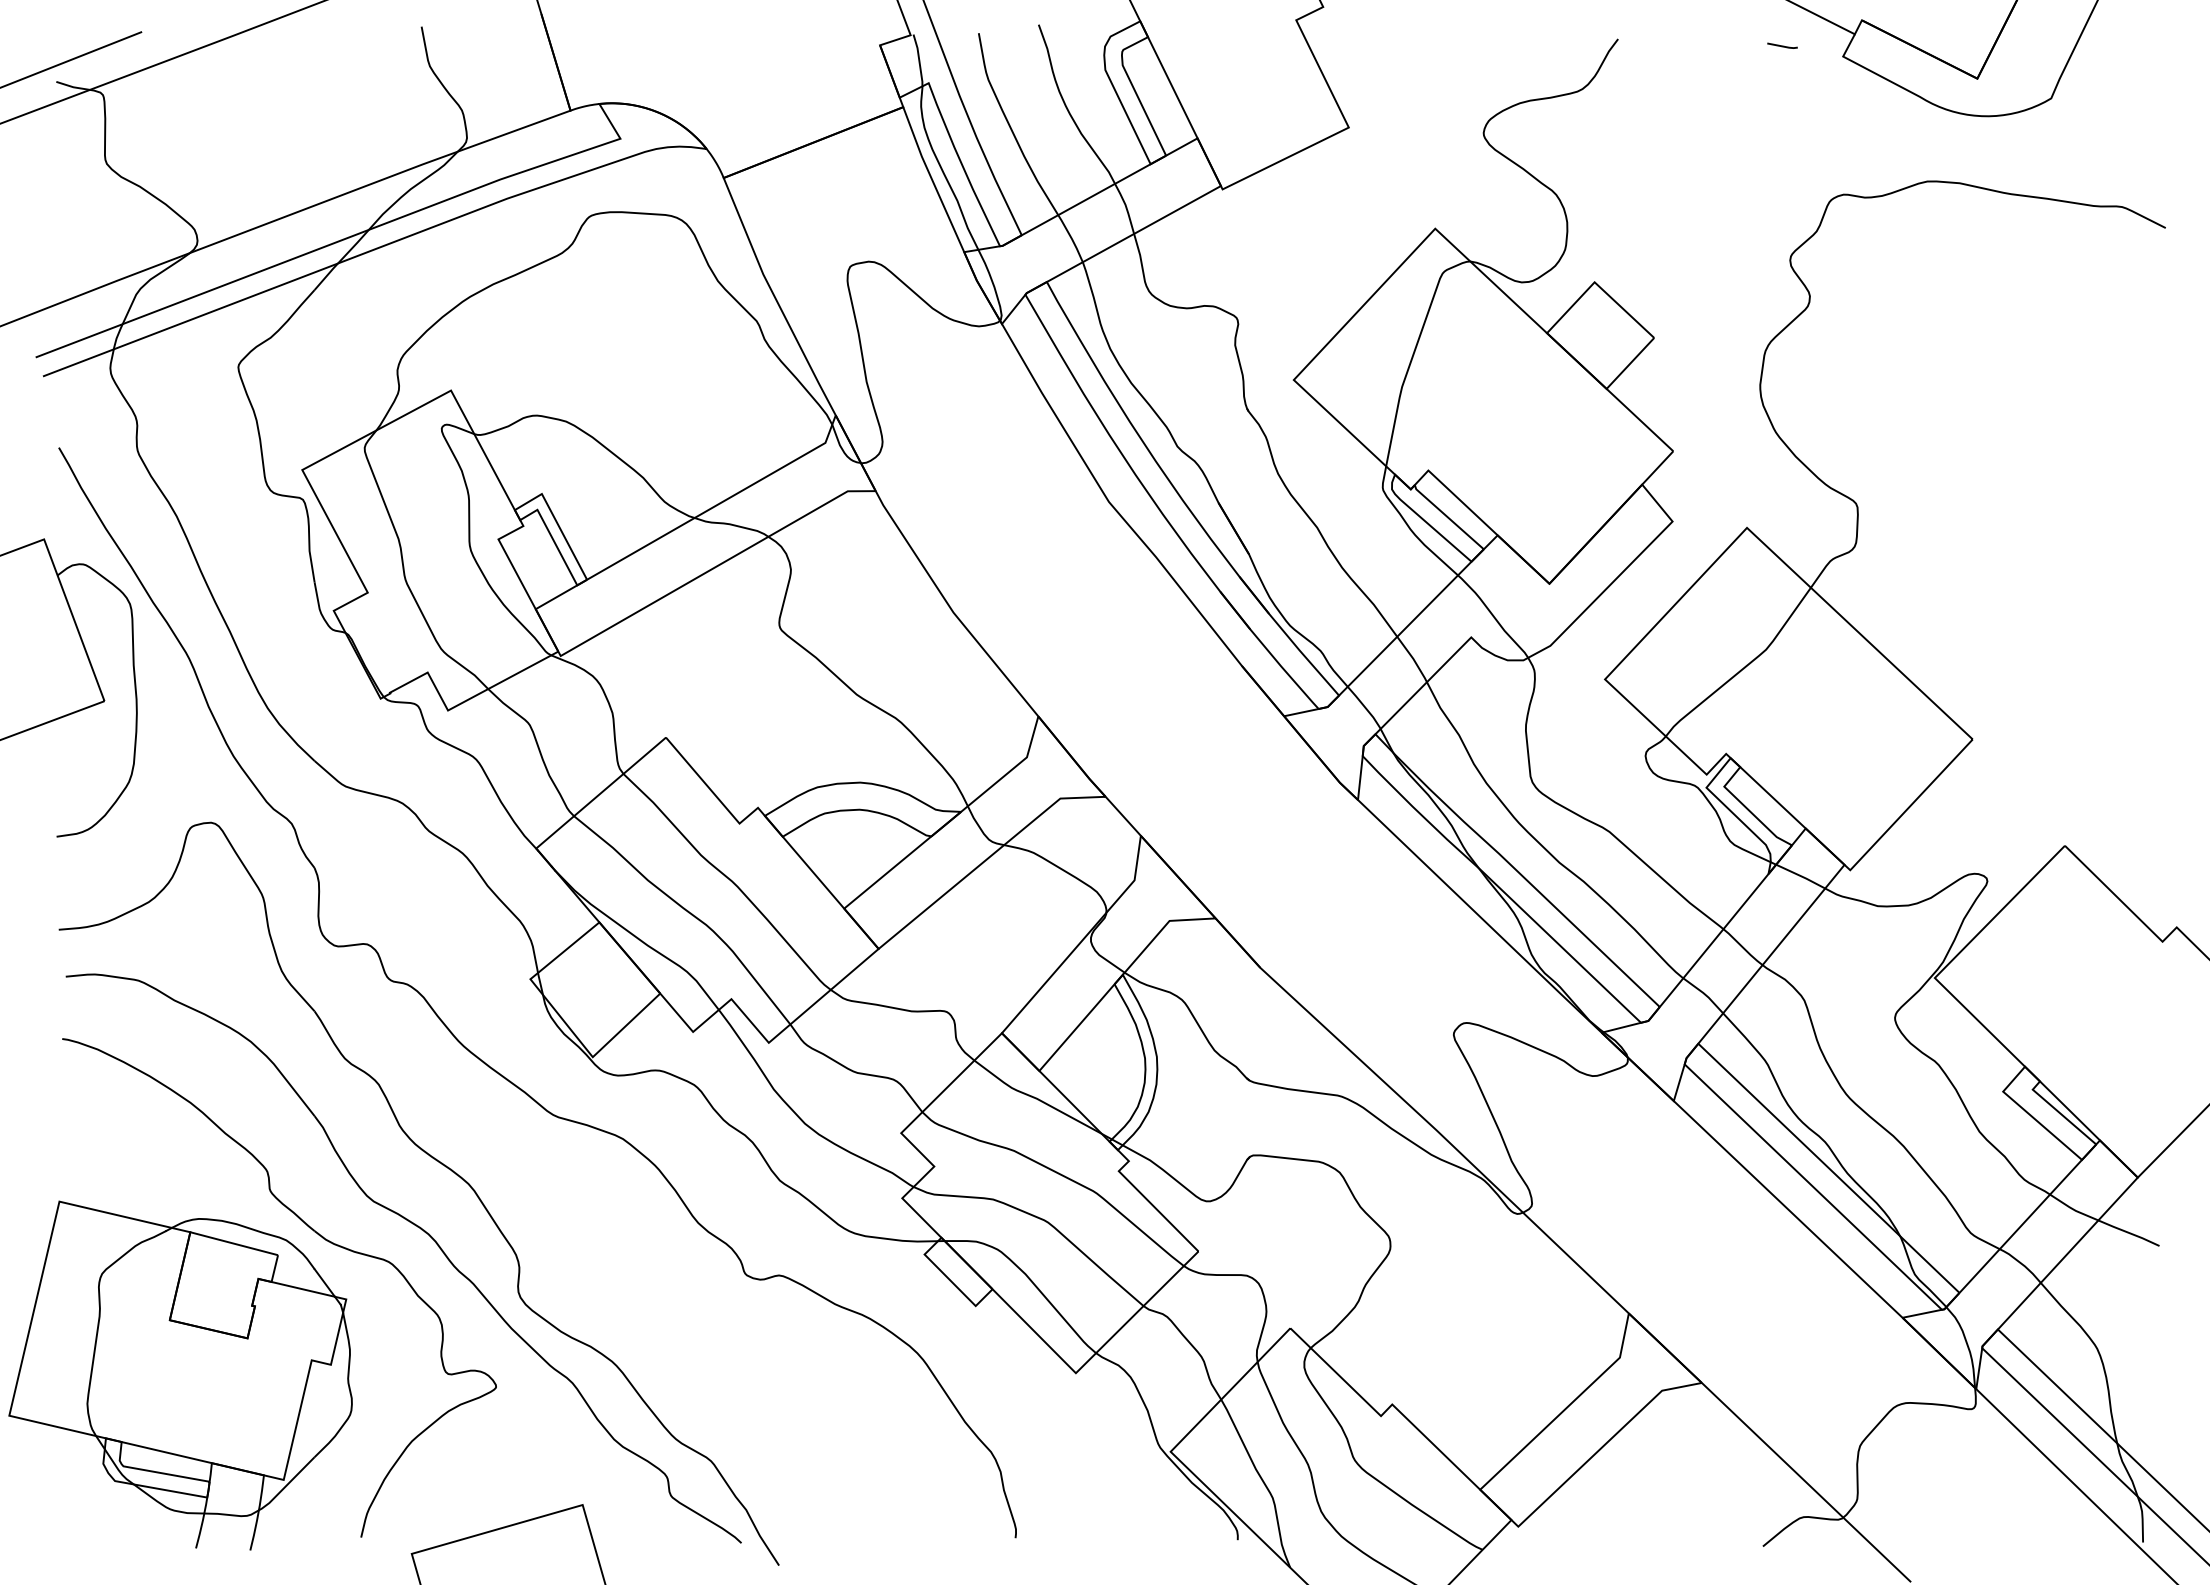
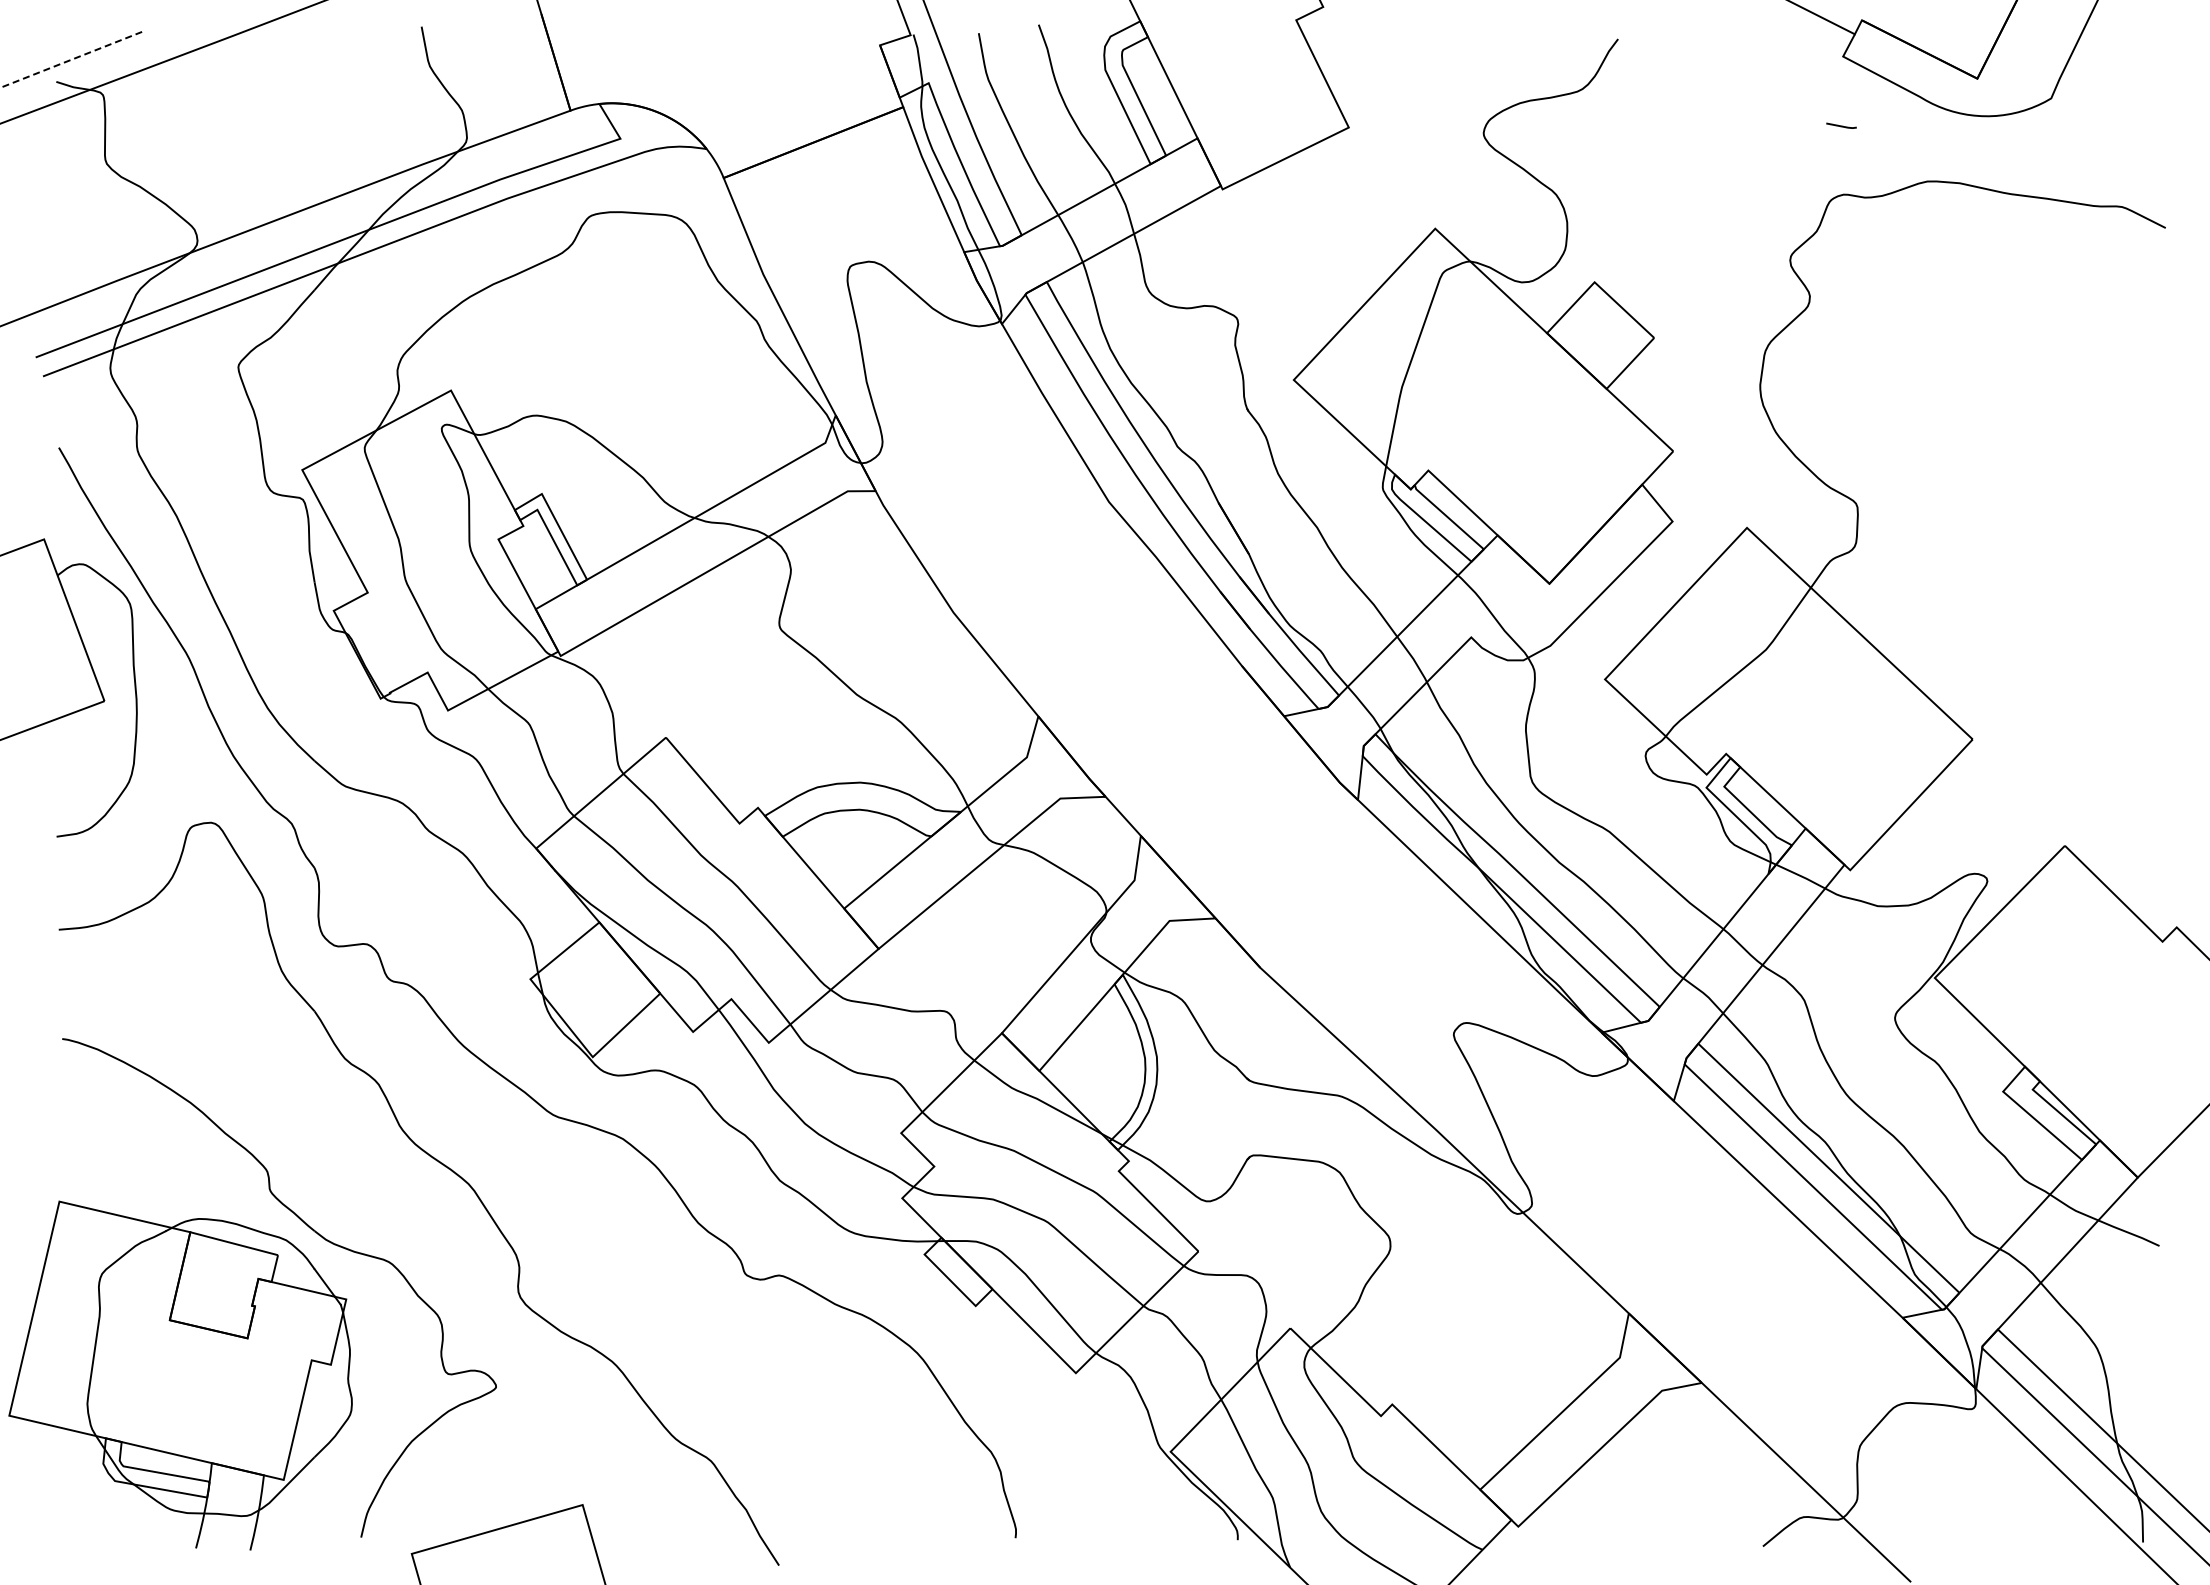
line at (1782, 45) position: (1782, 45) -> (1841, 125)
line at (71, 59): solid -> dashed
part at (421, 1230): present -> none
